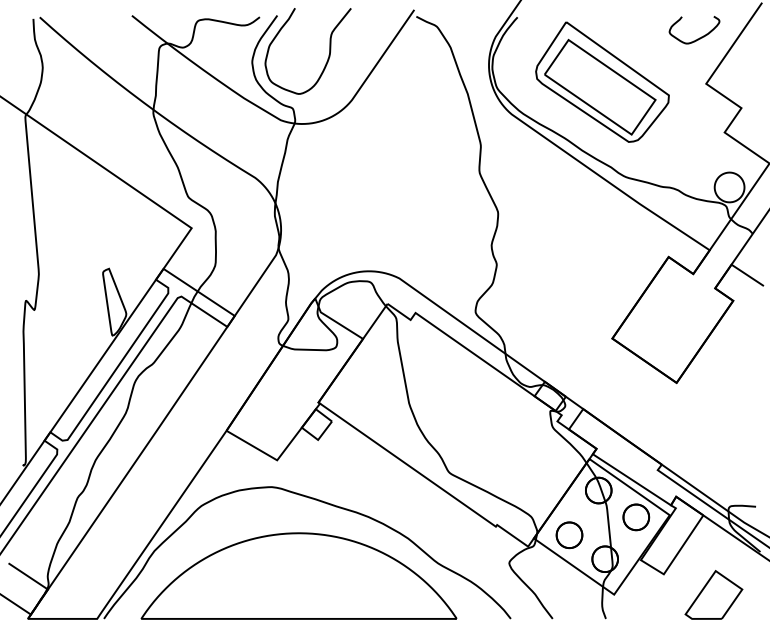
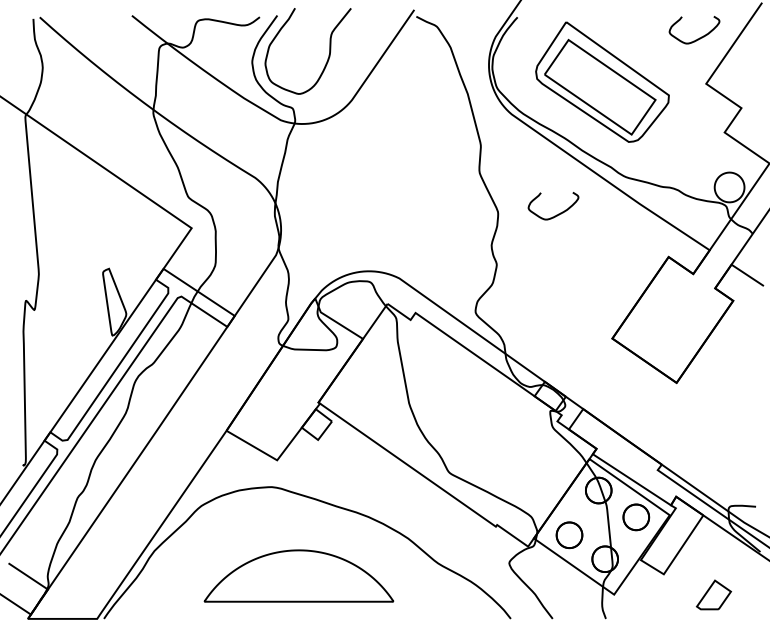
curve at (556, 214): none -> present
part at (298, 575) size: 318x88 px -> 192x54 px
part at (713, 594) size: 60x50 px -> 37x32 px
